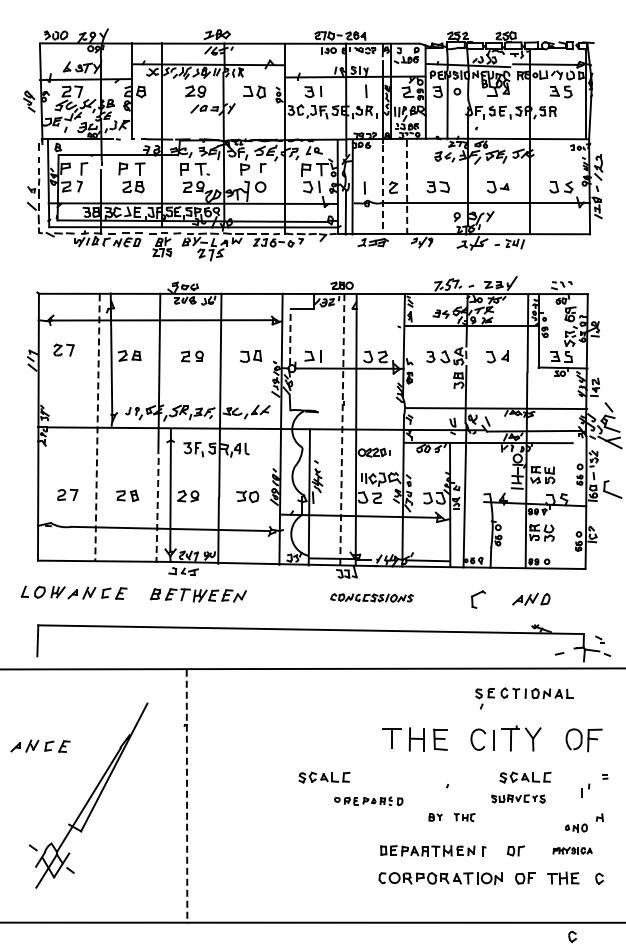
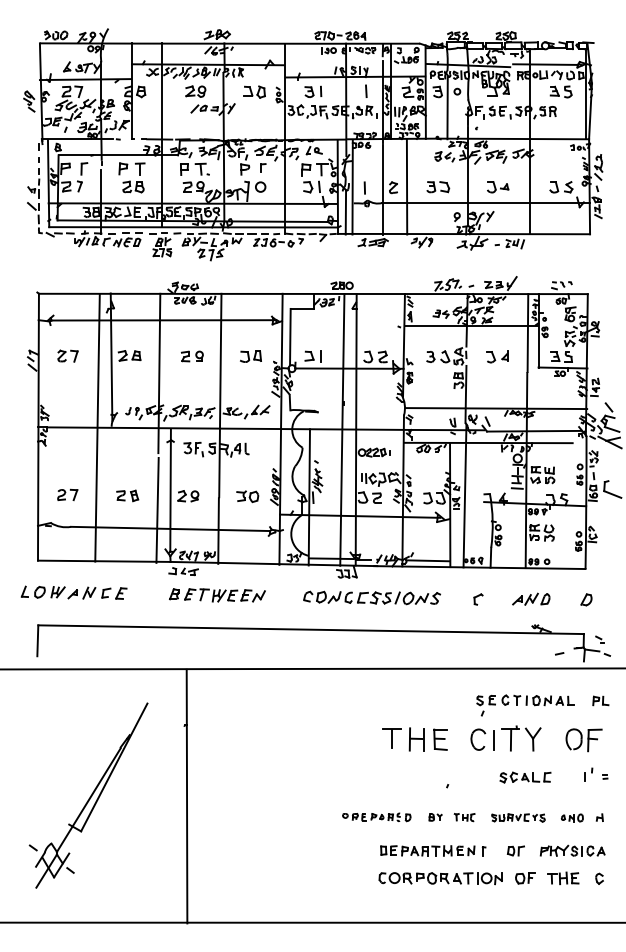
line at (407, 187): dashed -> solid
line at (382, 189): dashed -> solid
line at (290, 336): dashed -> solid
part at (63, 349) position: (63, 349) -> (67, 355)
line at (97, 428): dashed -> solid
line at (342, 429): dashed -> solid
line at (157, 510): dashed -> solid
part at (198, 595) position: (198, 595) -> (217, 595)
part at (371, 597) size: 84x10 px -> 138x16 px
part at (478, 599) size: 15x19 px -> 11x13 px
part at (586, 599): none -> present
part at (524, 698) position: (524, 698) -> (525, 705)
part at (600, 700): none -> present
part at (40, 745): present -> none
part at (324, 777): present -> none
part at (585, 790) position: (585, 790) -> (588, 774)
line at (187, 796): dashed -> solid
part at (518, 798) position: (518, 798) -> (518, 817)
part at (368, 801) position: (368, 801) -> (376, 817)
part at (575, 827) position: (575, 827) -> (571, 817)
part at (572, 850) size: 41x9 px -> 67x13 px
part at (572, 936): present -> none
